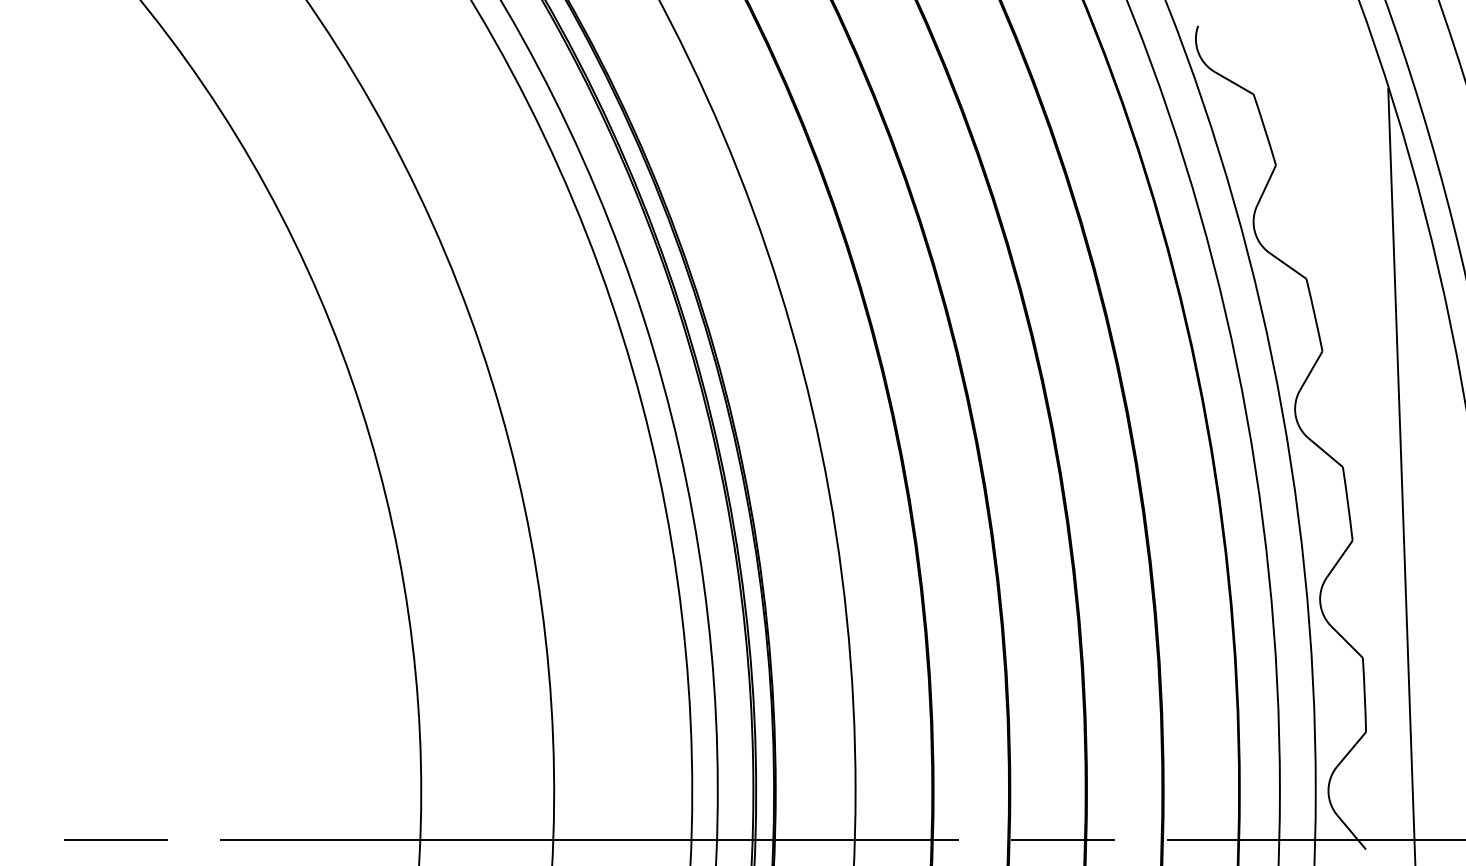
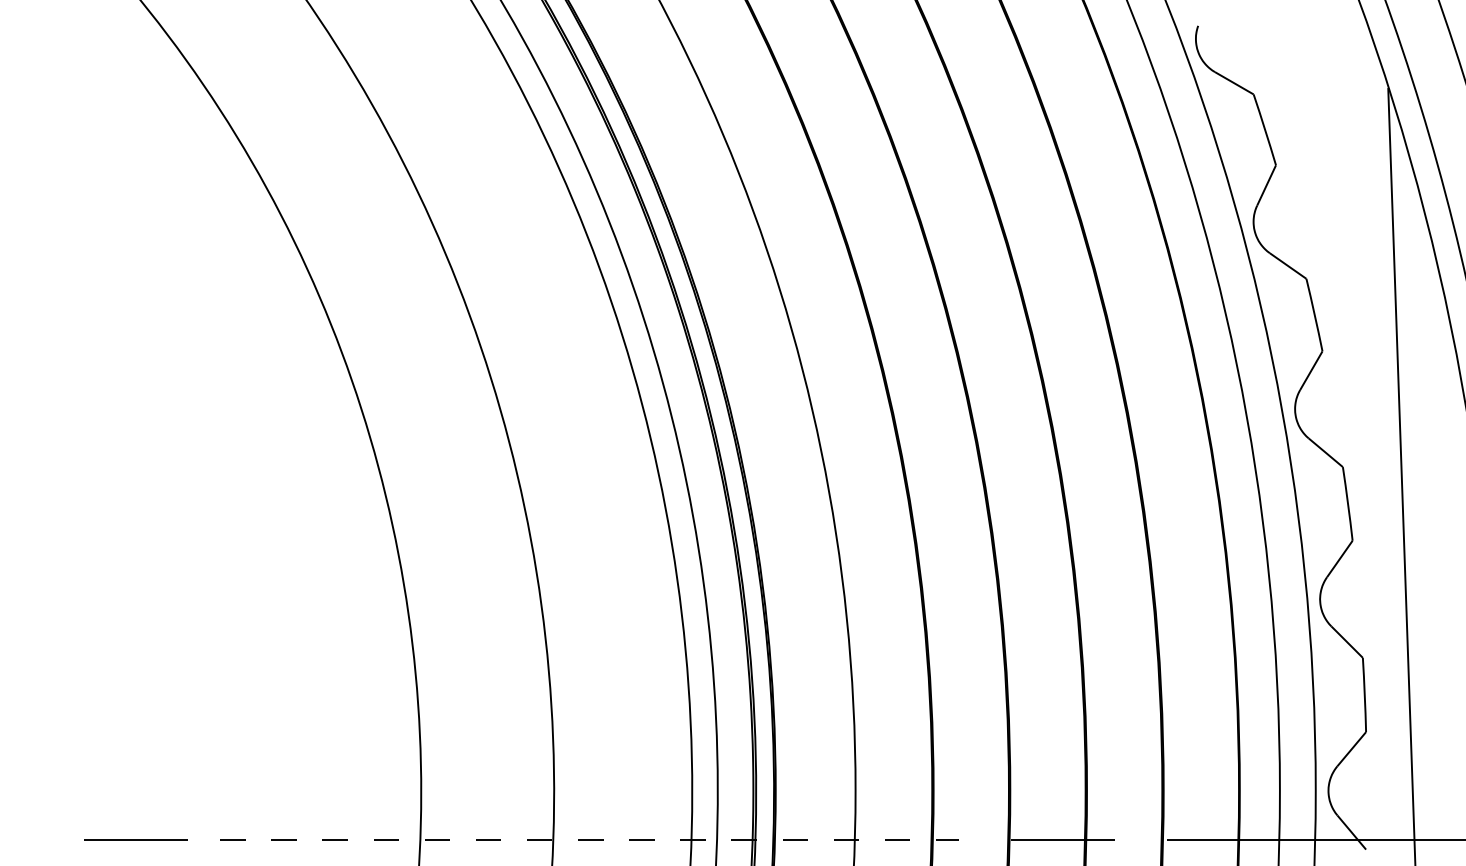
line at (115, 839) position: (115, 839) -> (135, 839)
line at (589, 840): solid -> dashed
